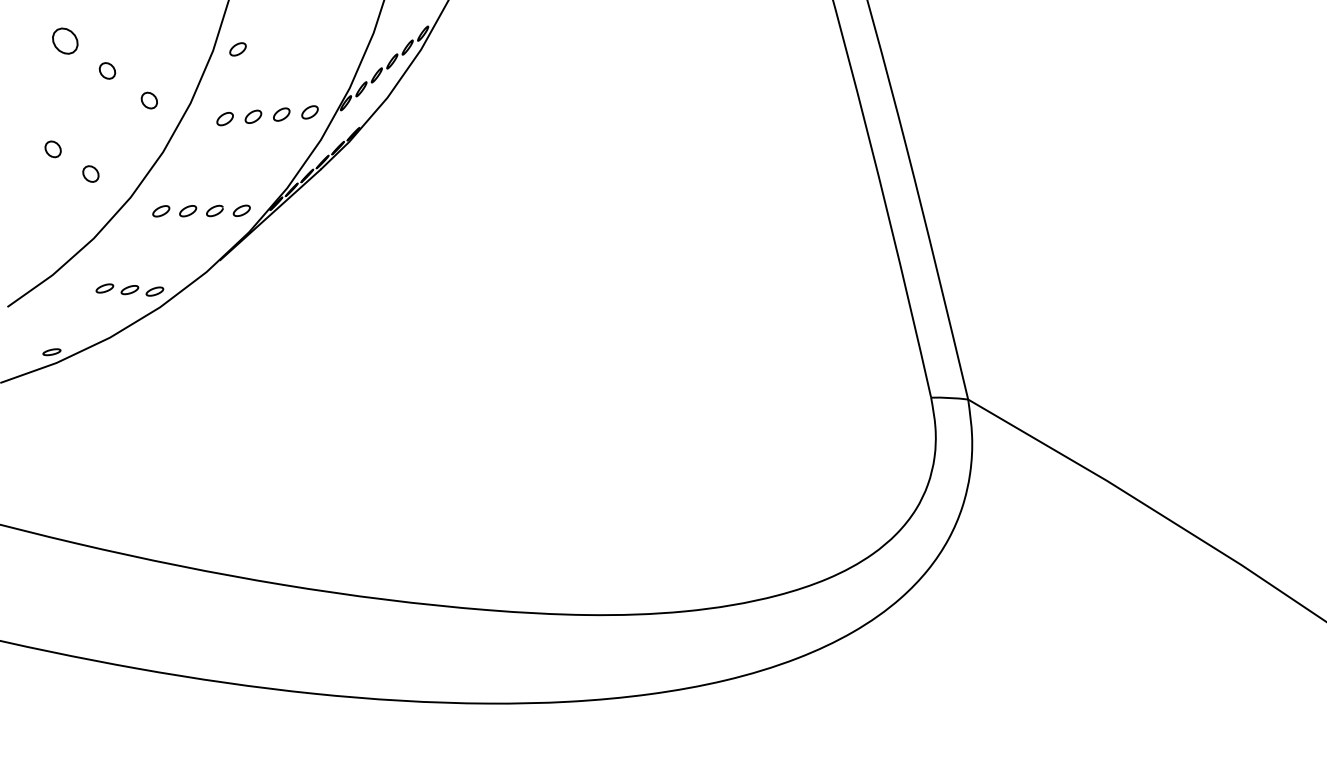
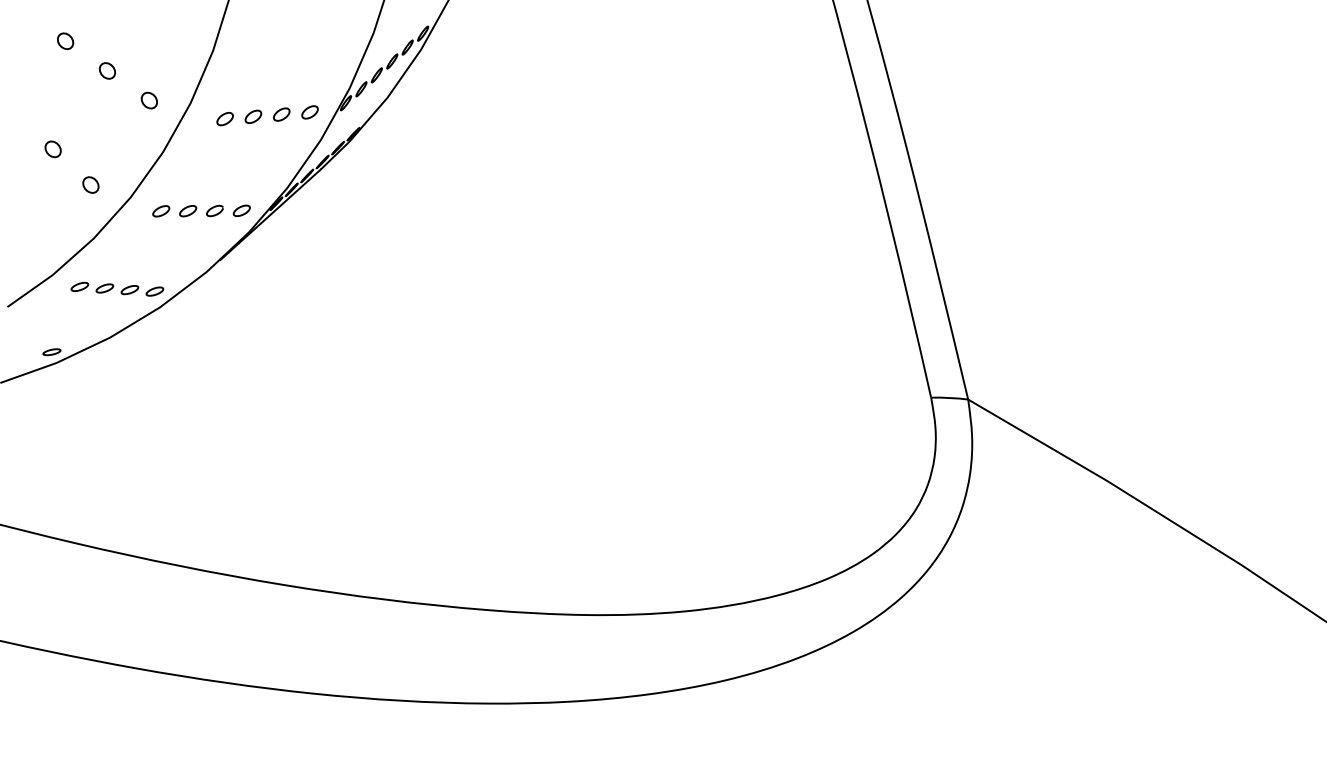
part at (65, 40) size: 27x28 px -> 18x19 px
part at (237, 49): present -> none
part at (90, 173) position: (90, 173) -> (90, 184)
part at (79, 286): none -> present
